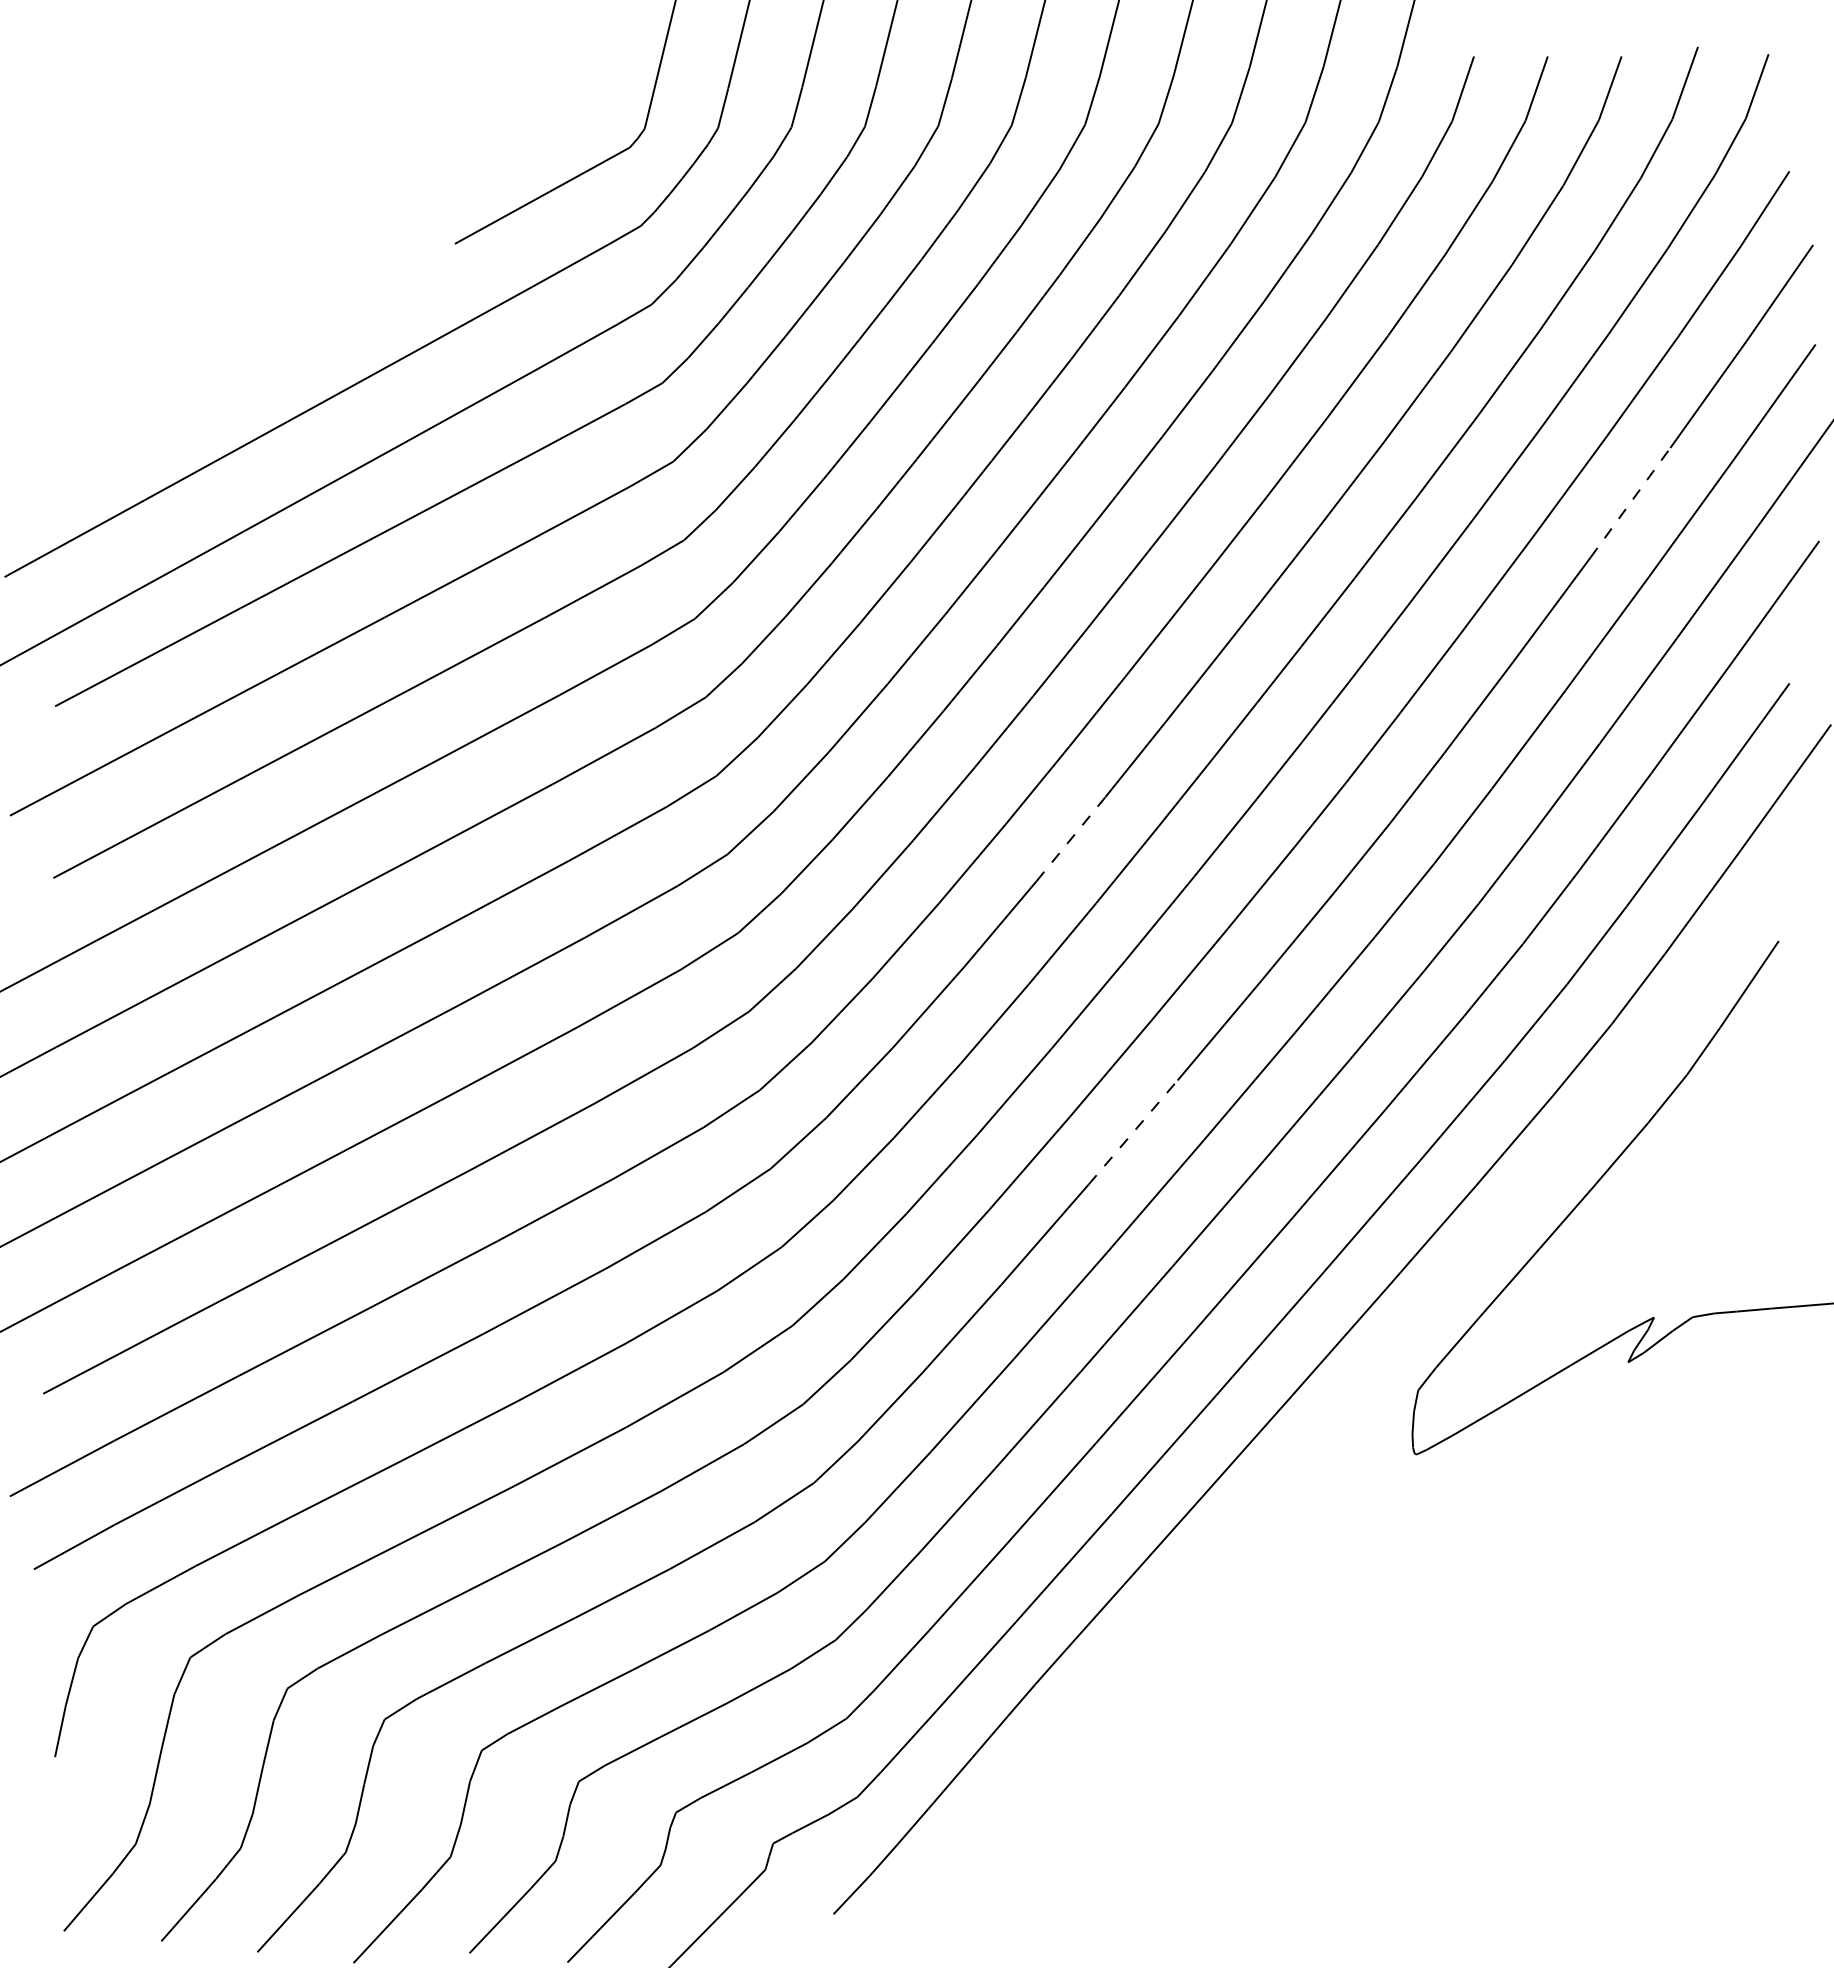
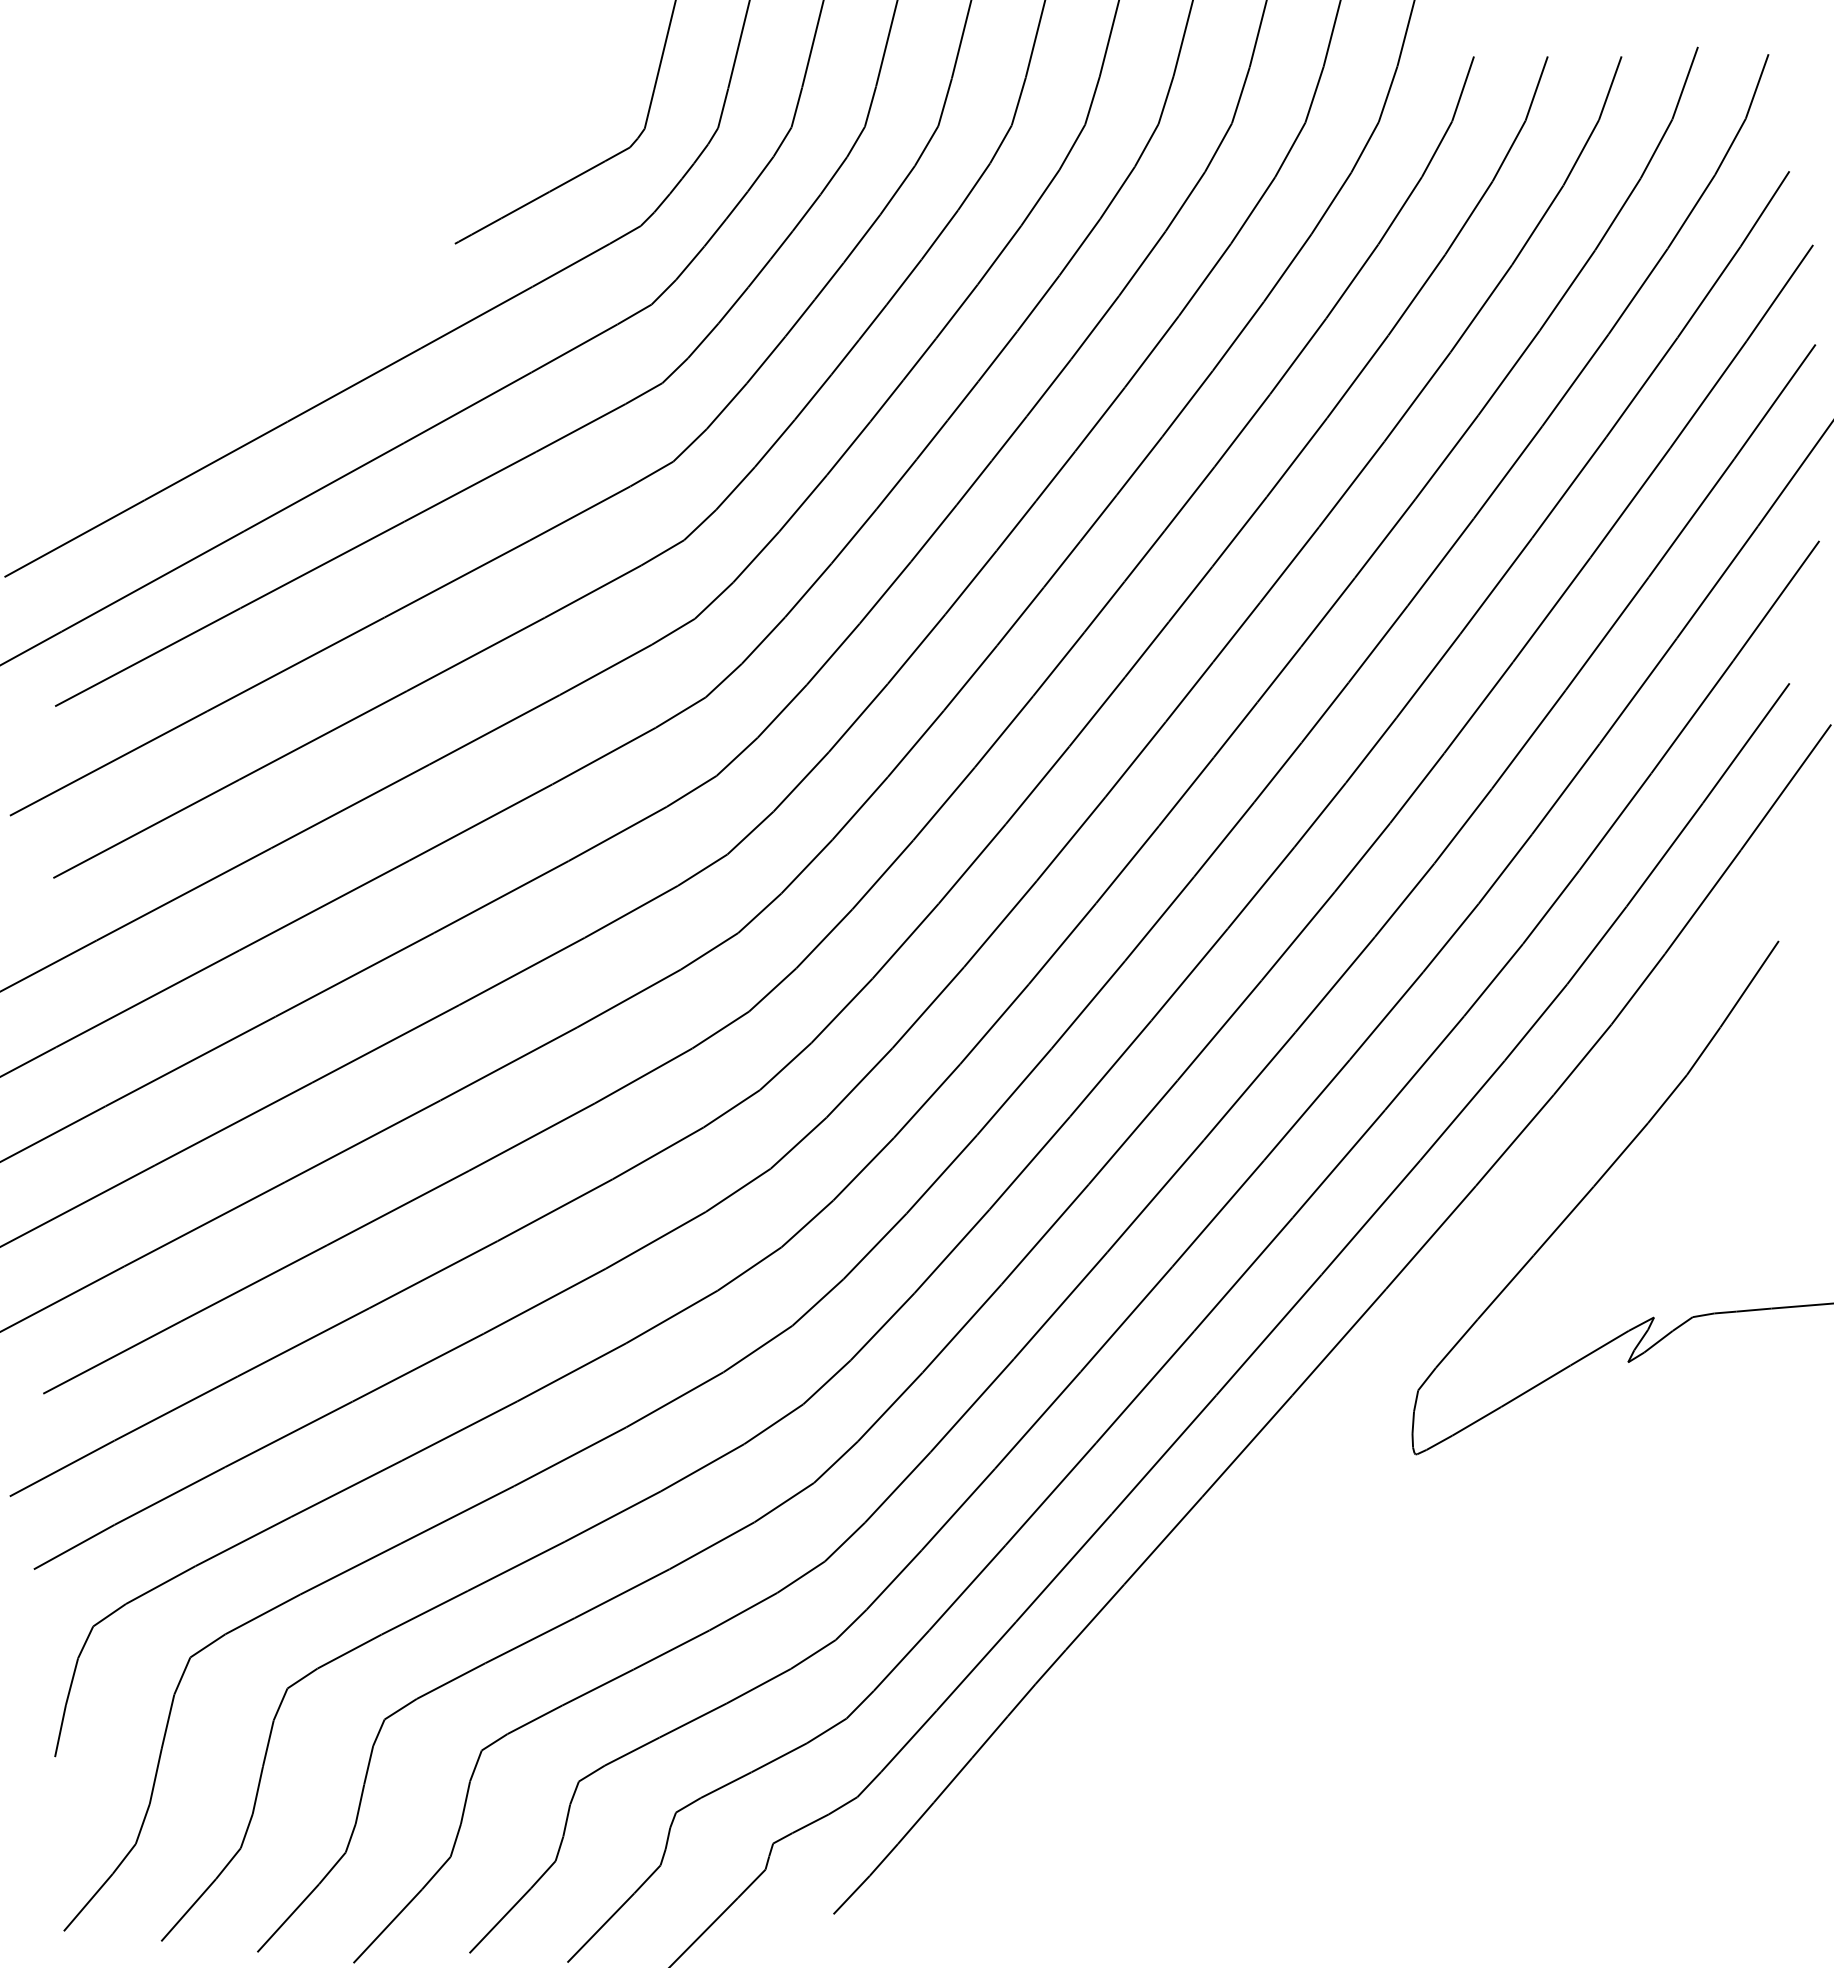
line at (1630, 502): dashed -> solid
line at (1071, 838): dashed -> solid
line at (1133, 1132): dashed -> solid
